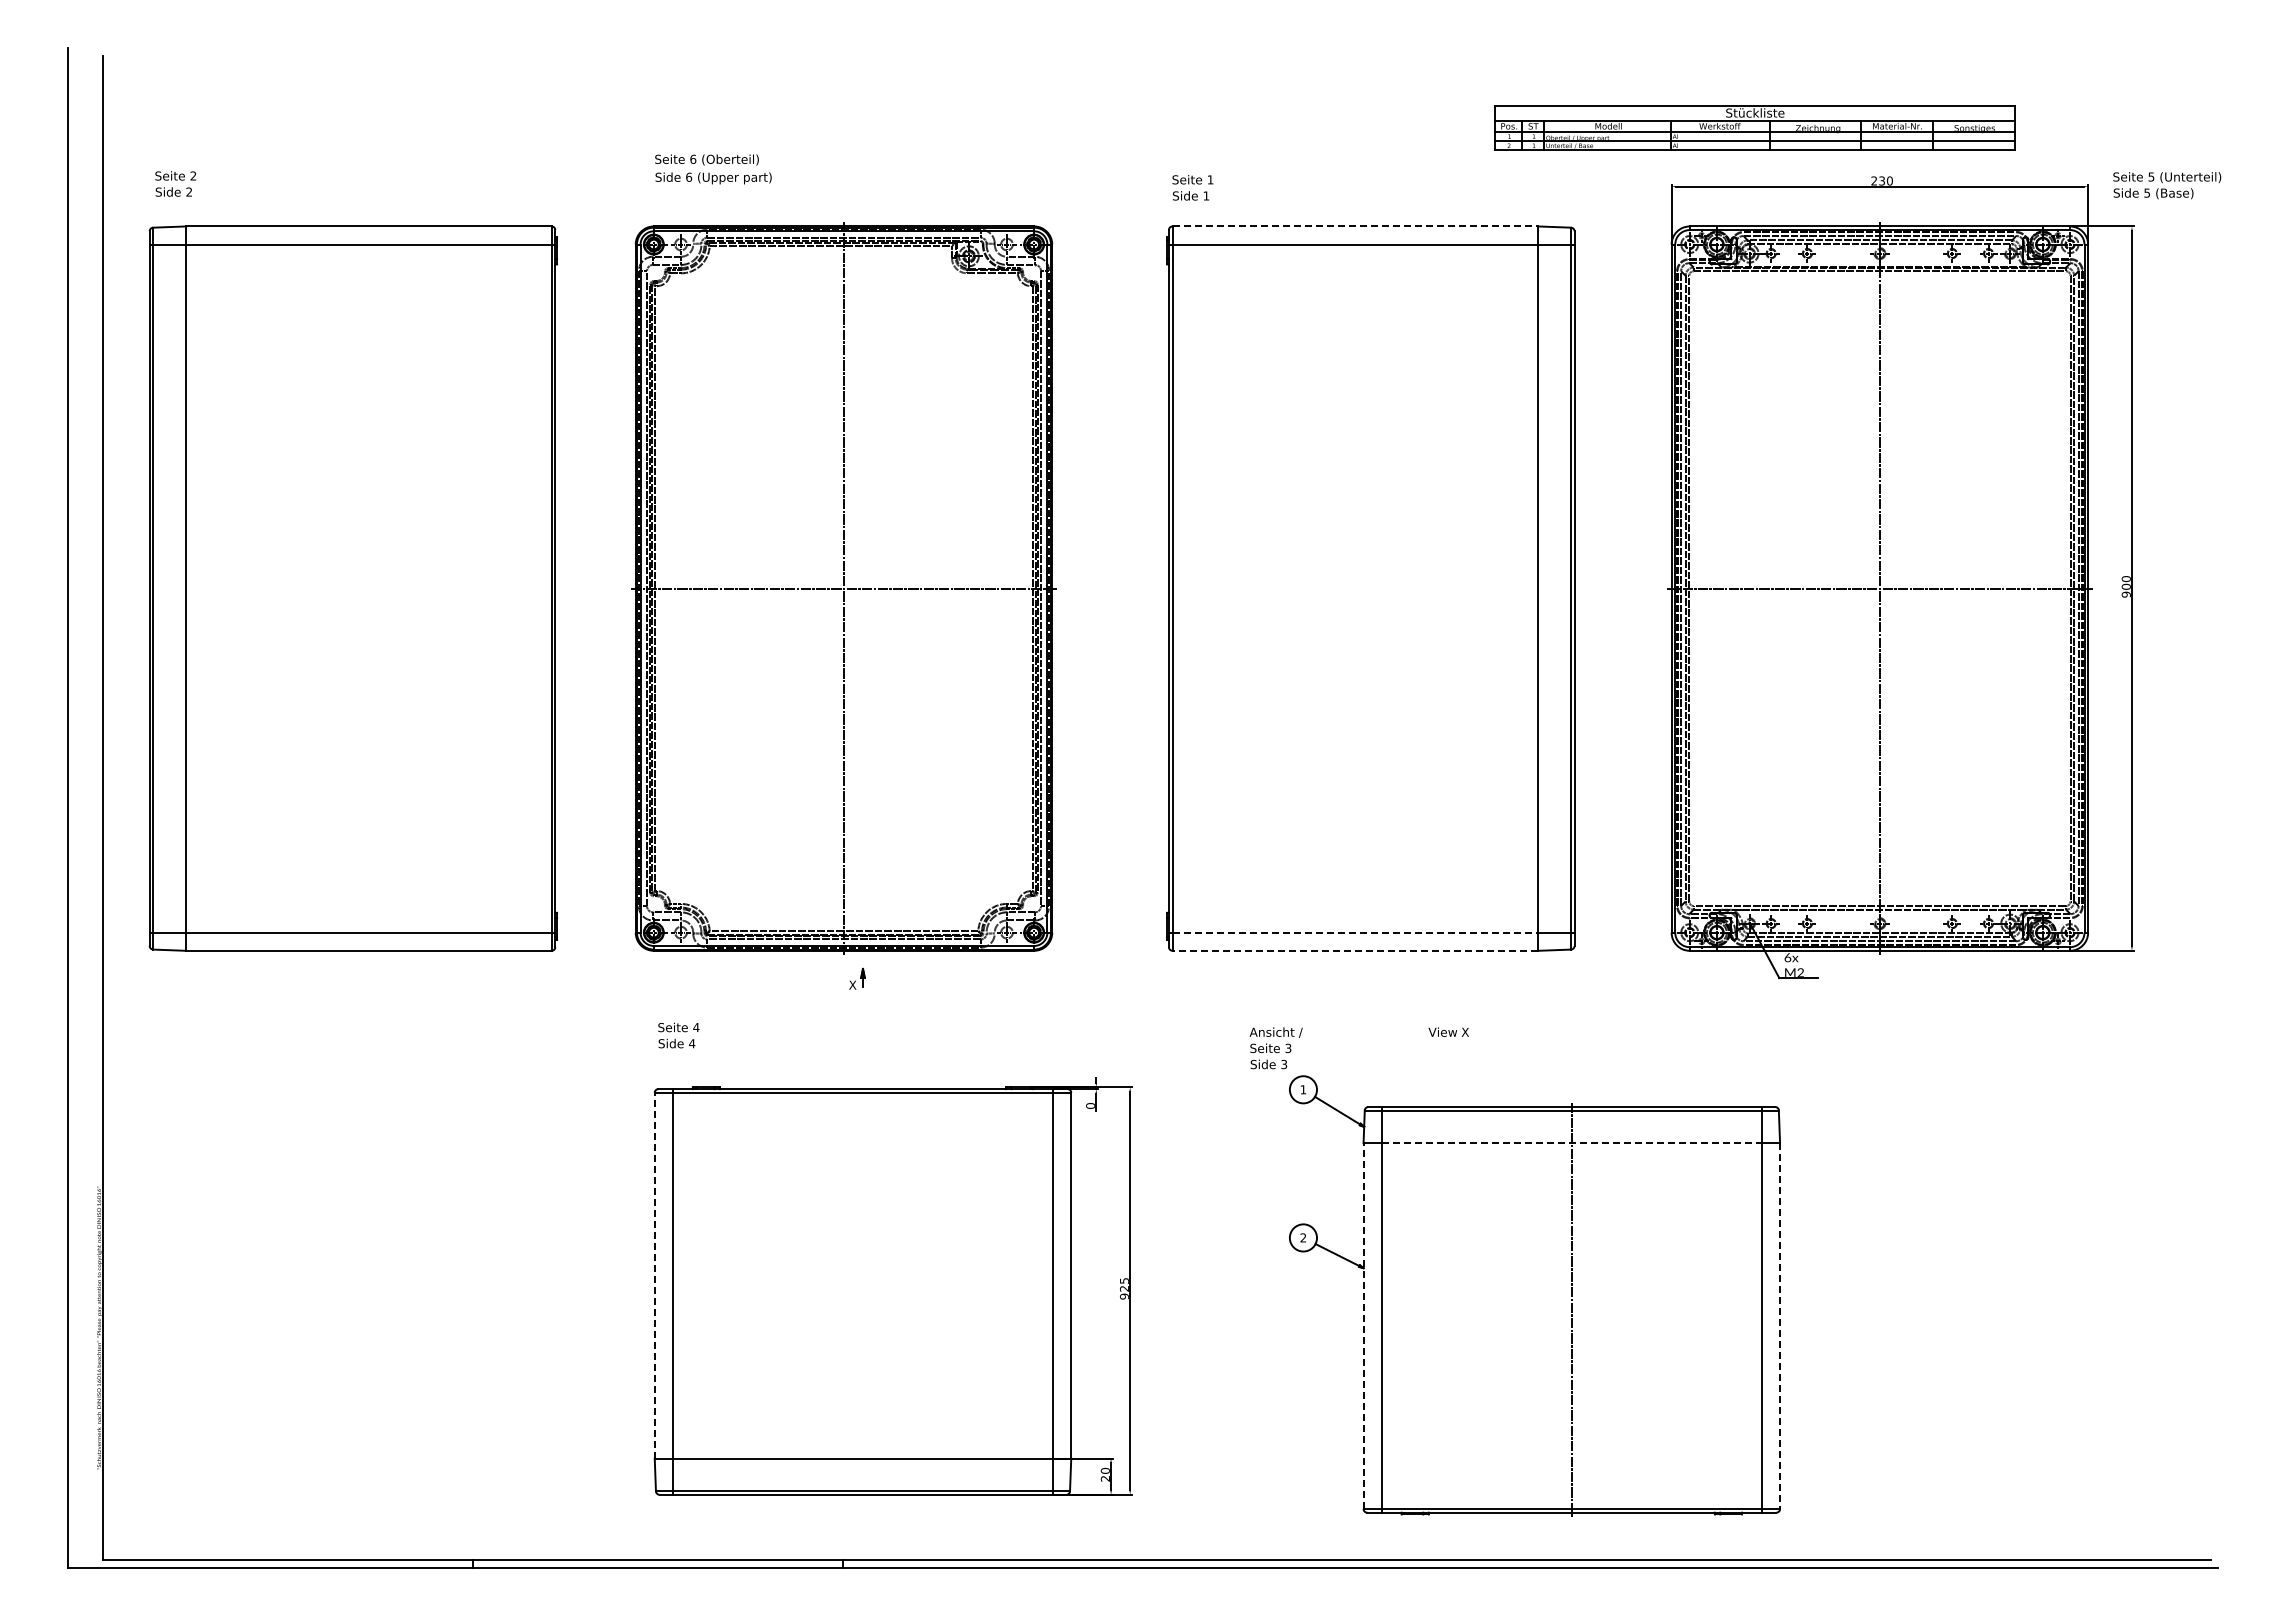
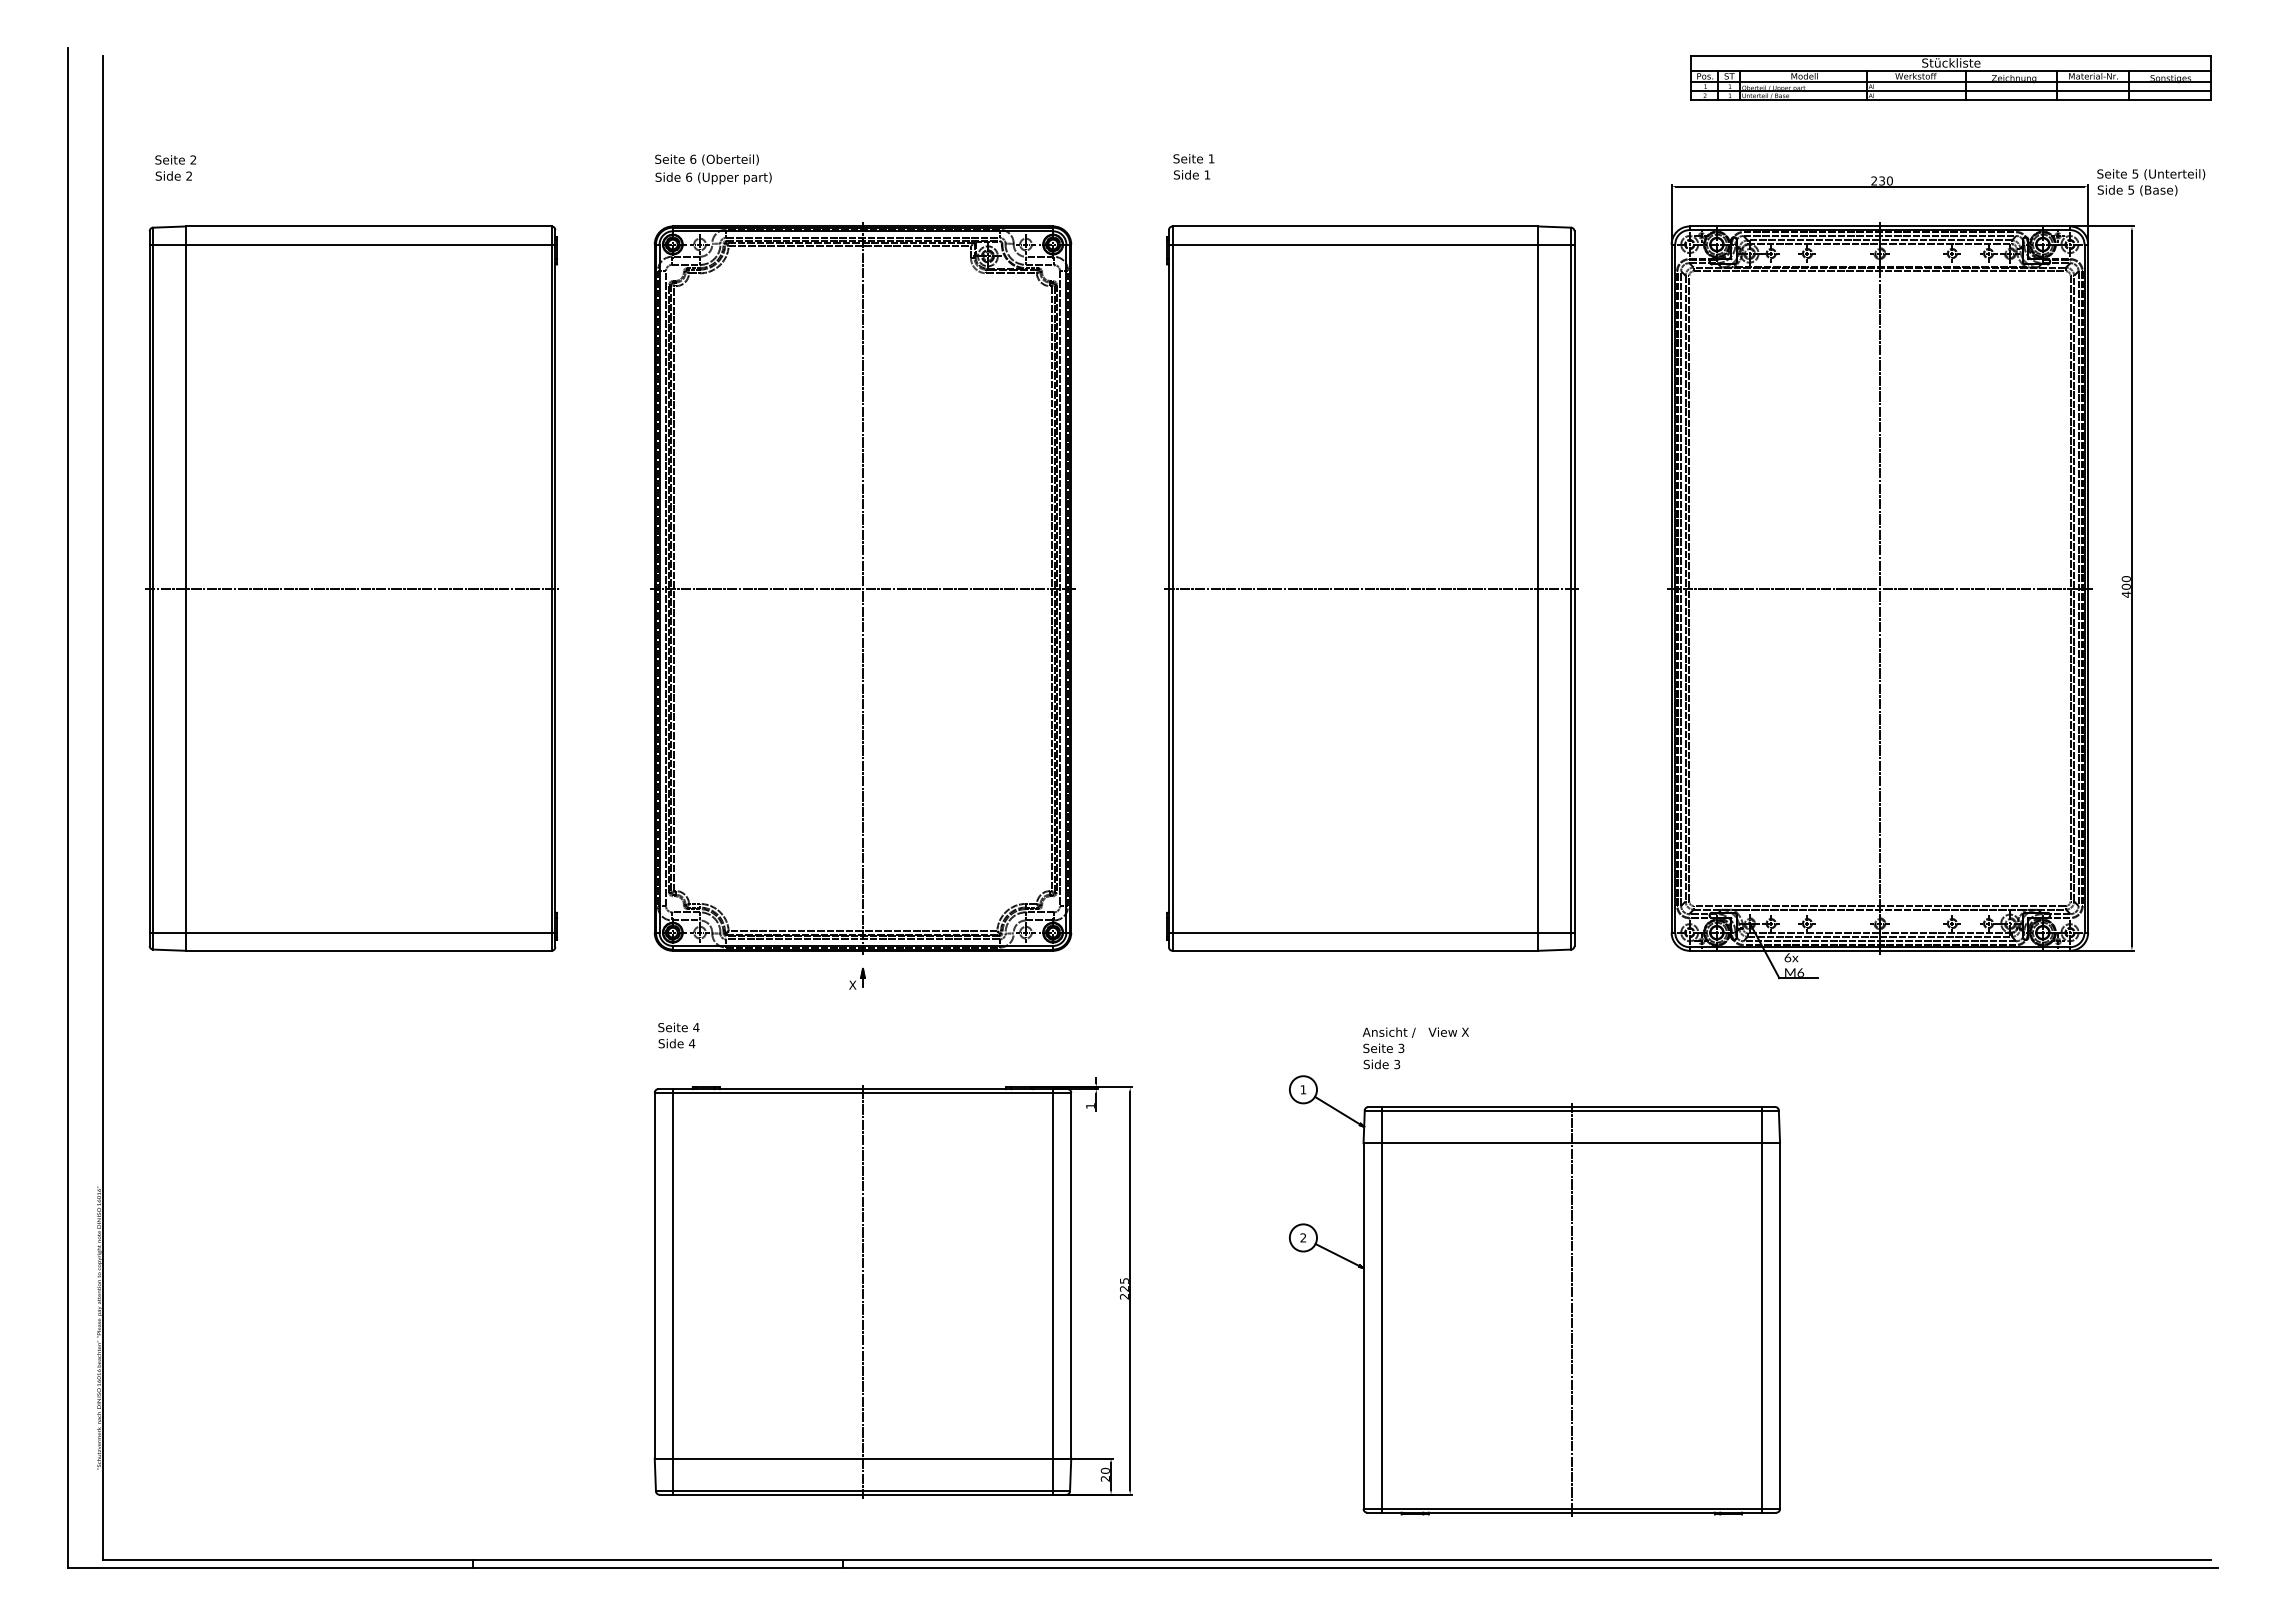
part at (1754, 127) position: (1754, 127) -> (1950, 77)
text at (175, 183) position: (175, 183) -> (175, 167)
text at (2167, 185) position: (2167, 185) -> (2151, 182)
text at (1192, 187) position: (1192, 187) -> (1193, 166)
line at (1355, 226): dashed -> solid
line at (352, 588): none -> present
part at (843, 588) position: (843, 588) -> (862, 588)
line at (1371, 588): none -> present
text at (2125, 594): 900 -> 400
line at (1355, 932): dashed -> solid
line at (1355, 950): dashed -> solid
text at (1800, 972): M2 -> M6
text at (1275, 1048) position: (1275, 1048) -> (1388, 1048)
text at (1090, 1105): 0 -> 1
line at (1572, 1143): dashed -> solid
line at (654, 1275): dashed -> solid
line at (863, 1291): none -> present
text at (1124, 1296): 925 -> 225
line at (1363, 1326): dashed -> solid
line at (1780, 1326): dashed -> solid
